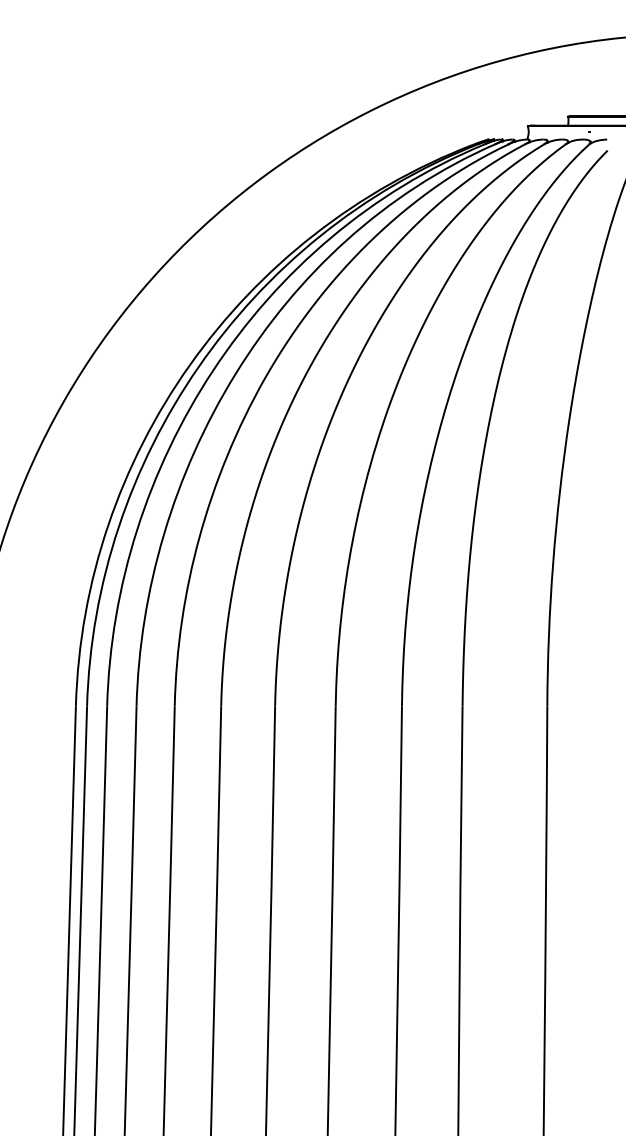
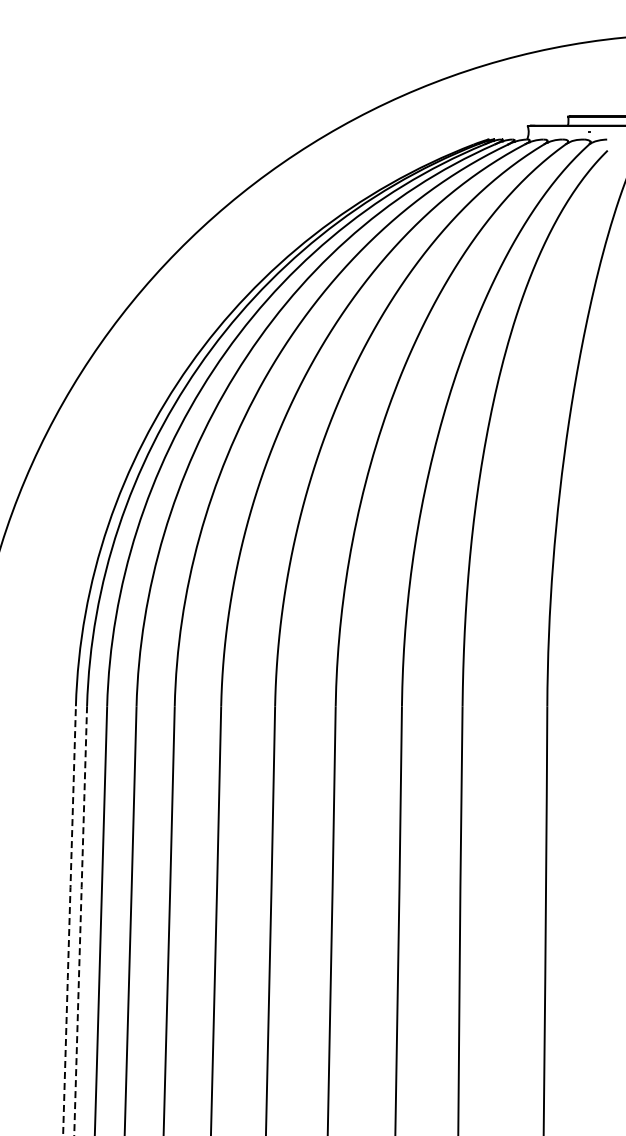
arc at (69, 921): solid -> dashed
arc at (80, 922): solid -> dashed
